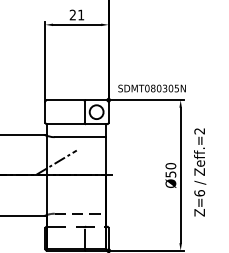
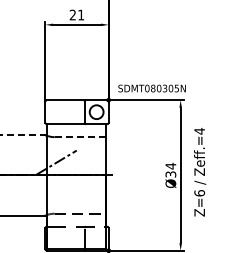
text at (199, 131): Zeff.=2 -> Zeff.=4
line at (23, 134): solid -> dashed
line at (80, 137): solid -> dashed
text at (170, 169): Ø50 -> Ø34
